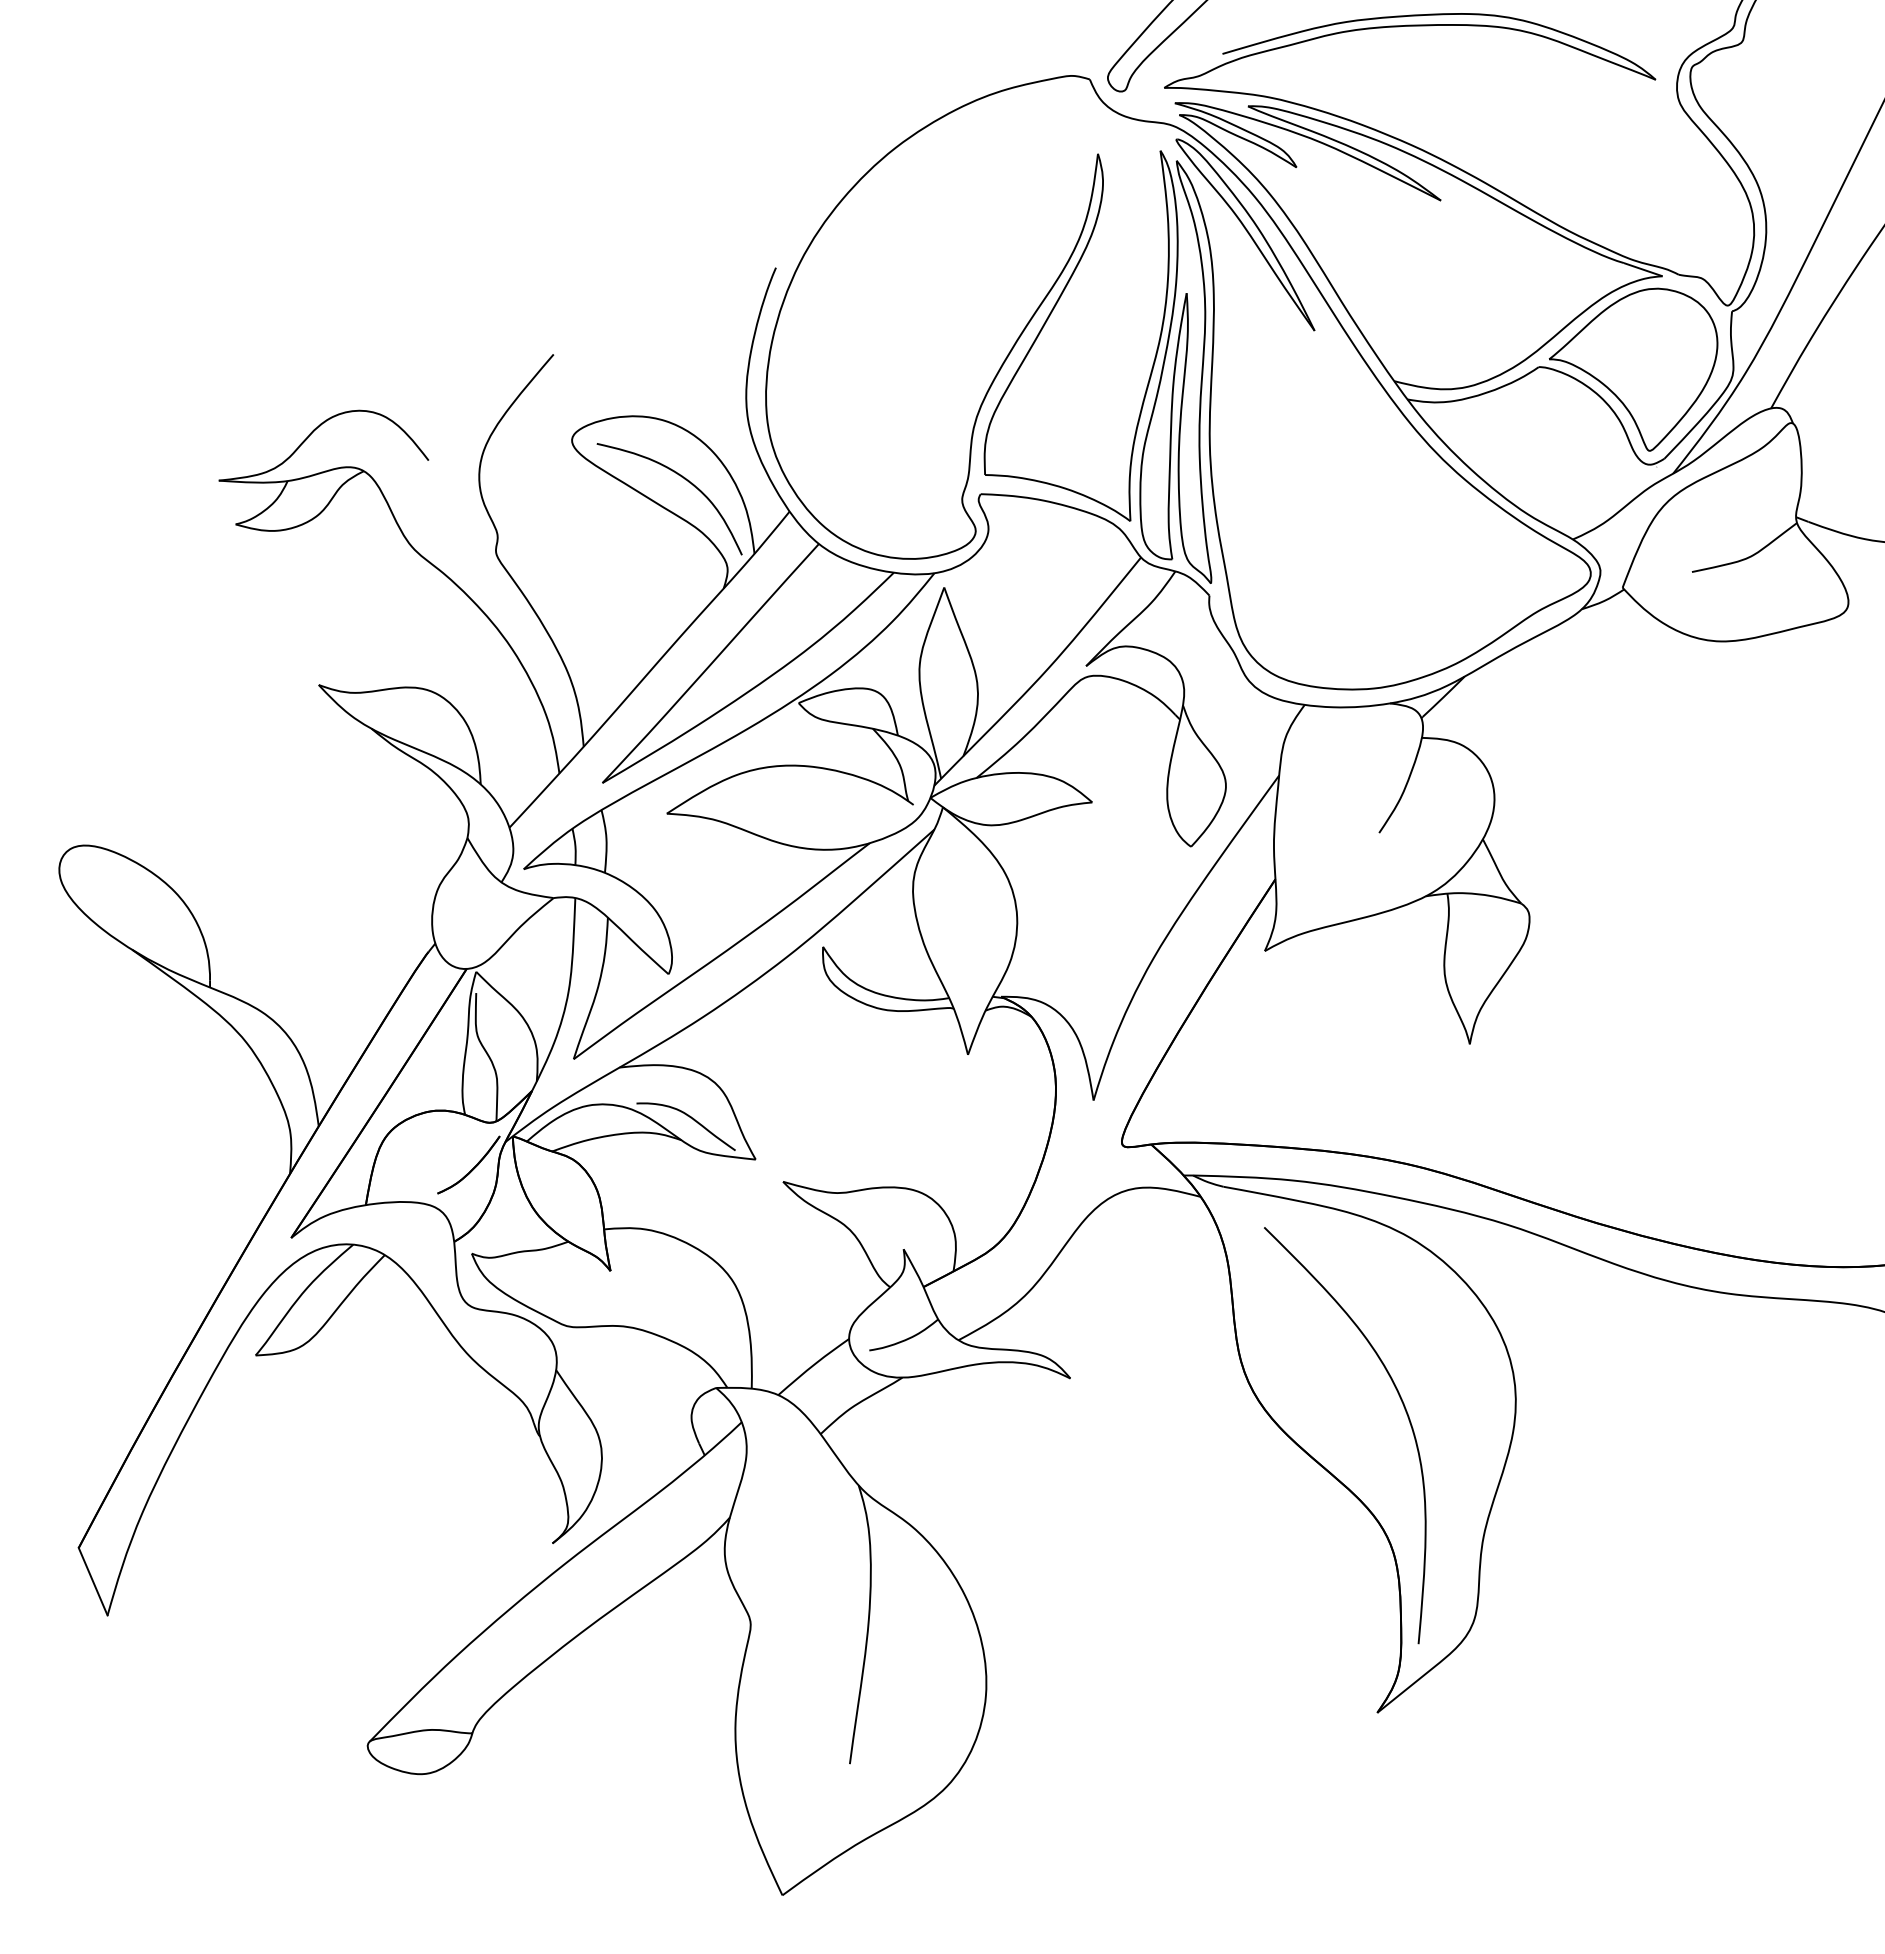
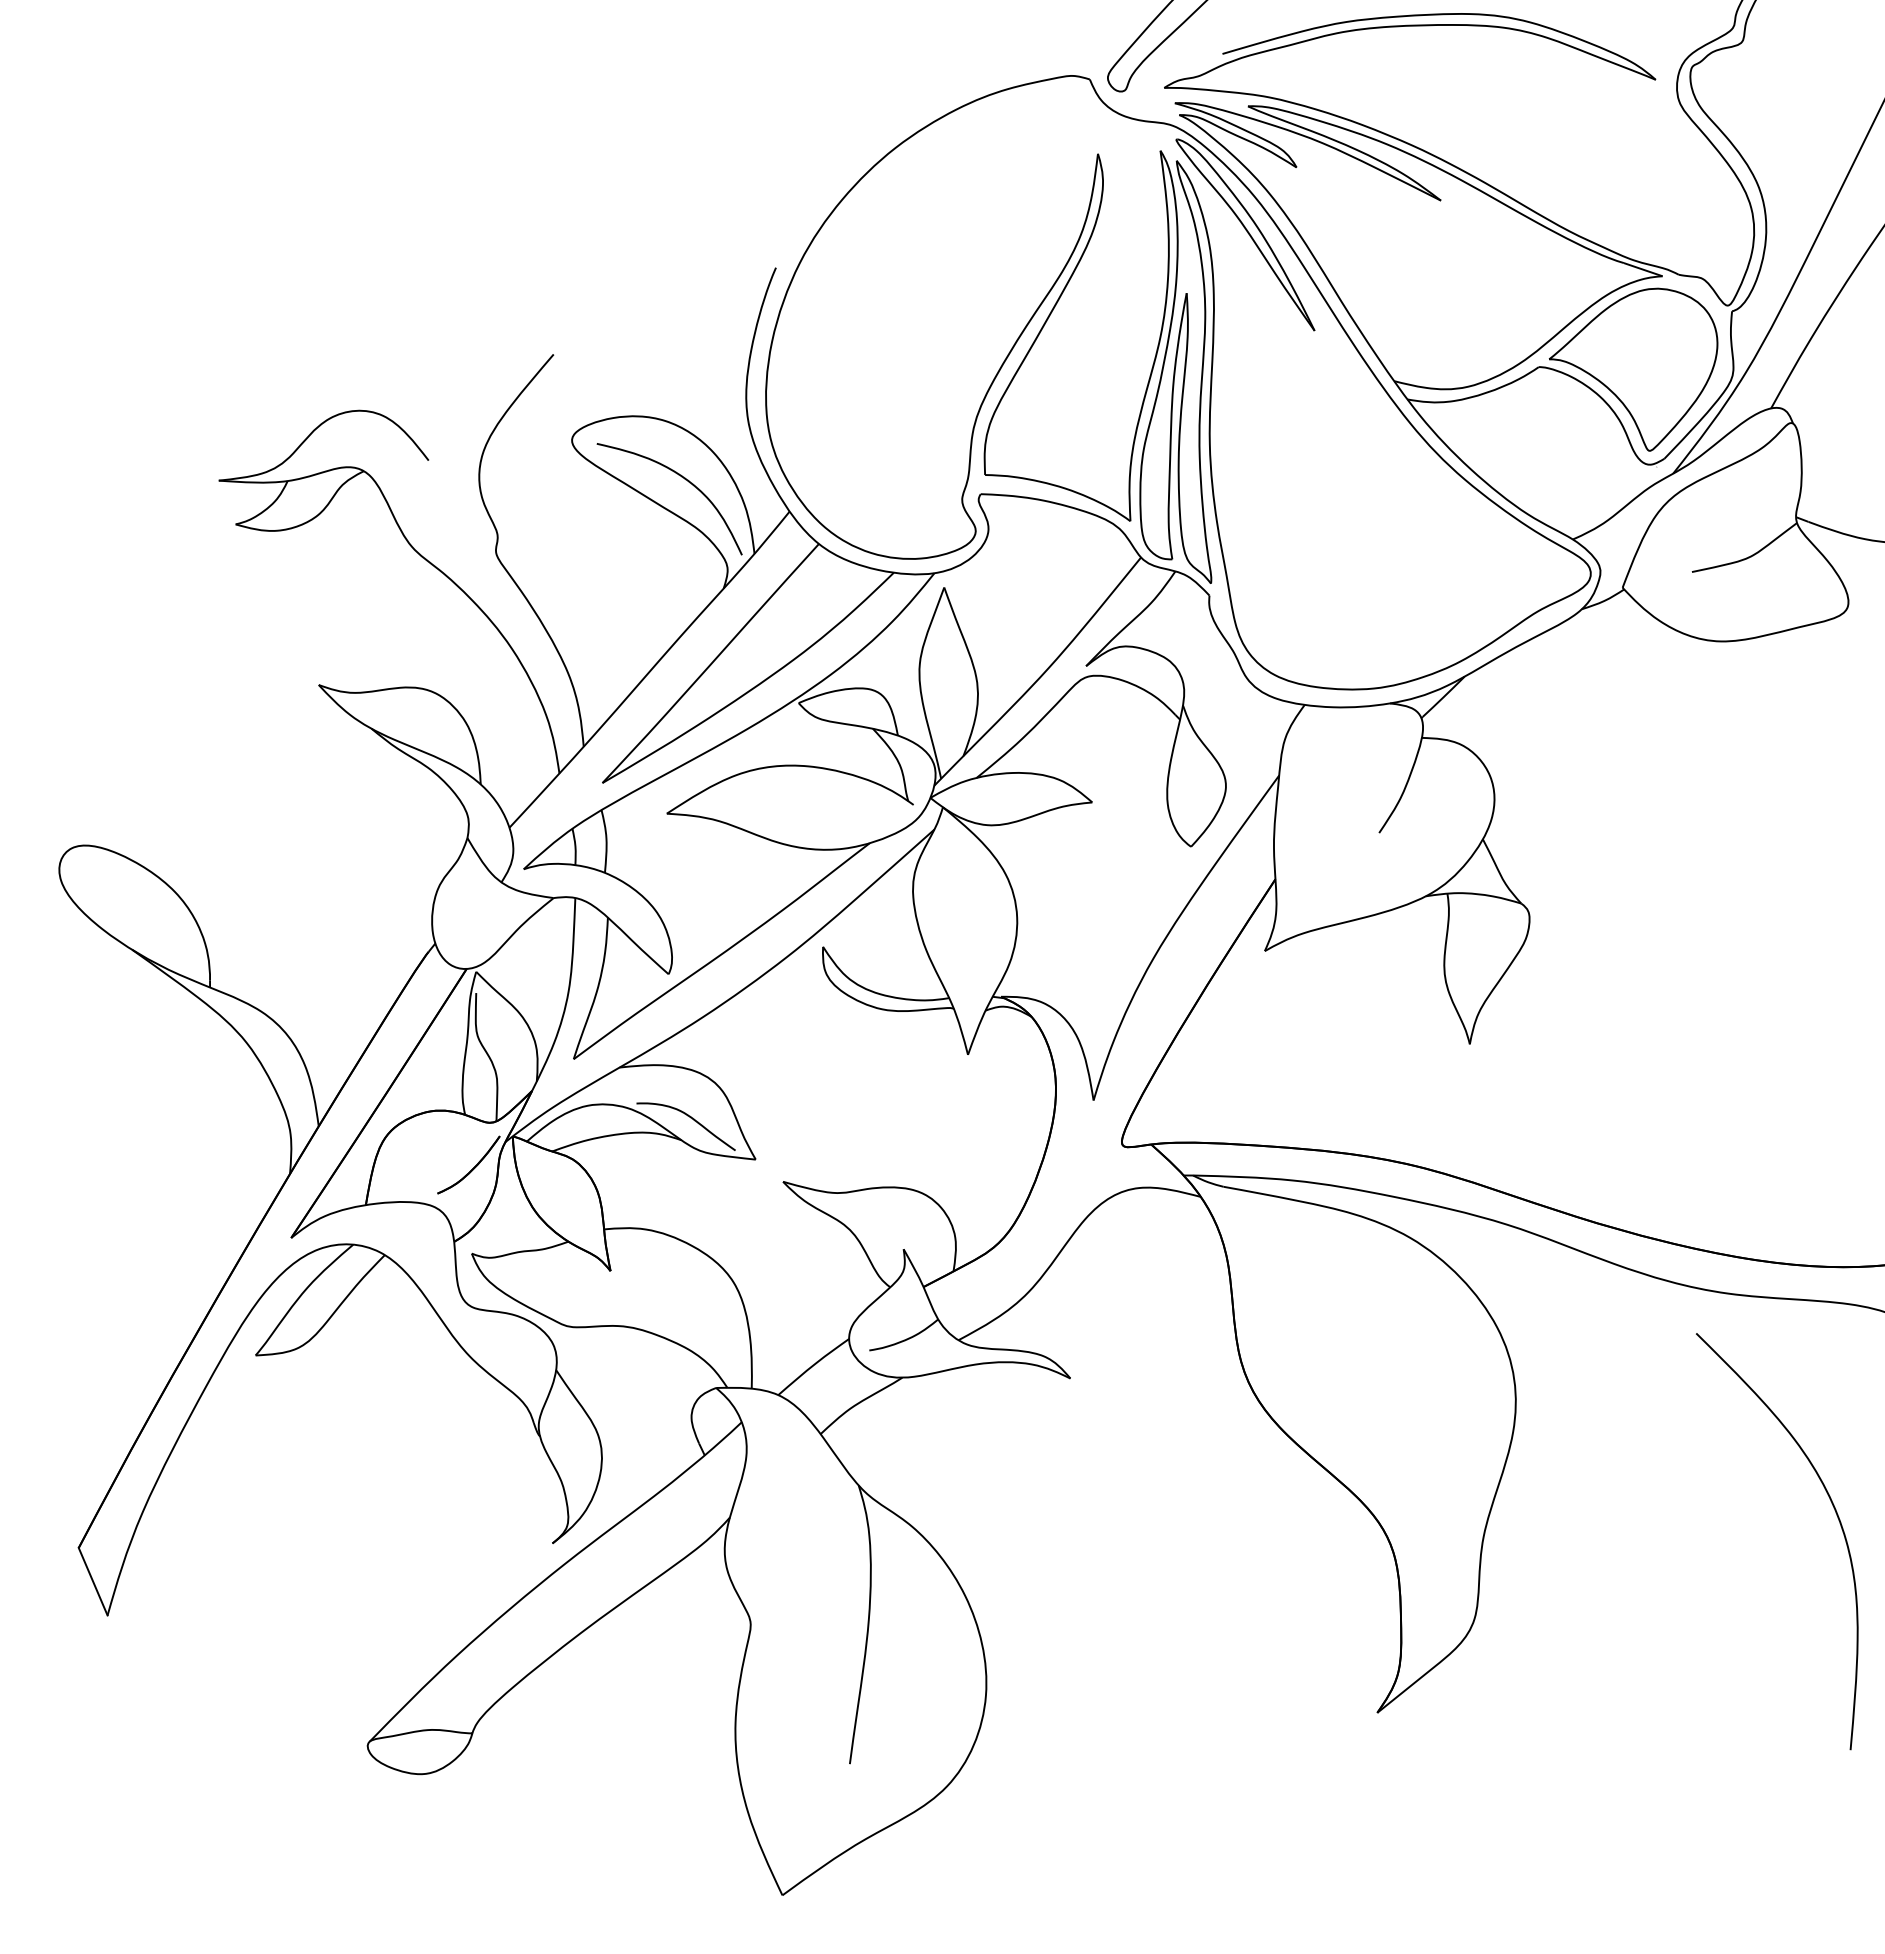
curve at (1405, 1412) position: (1405, 1412) -> (1837, 1518)
